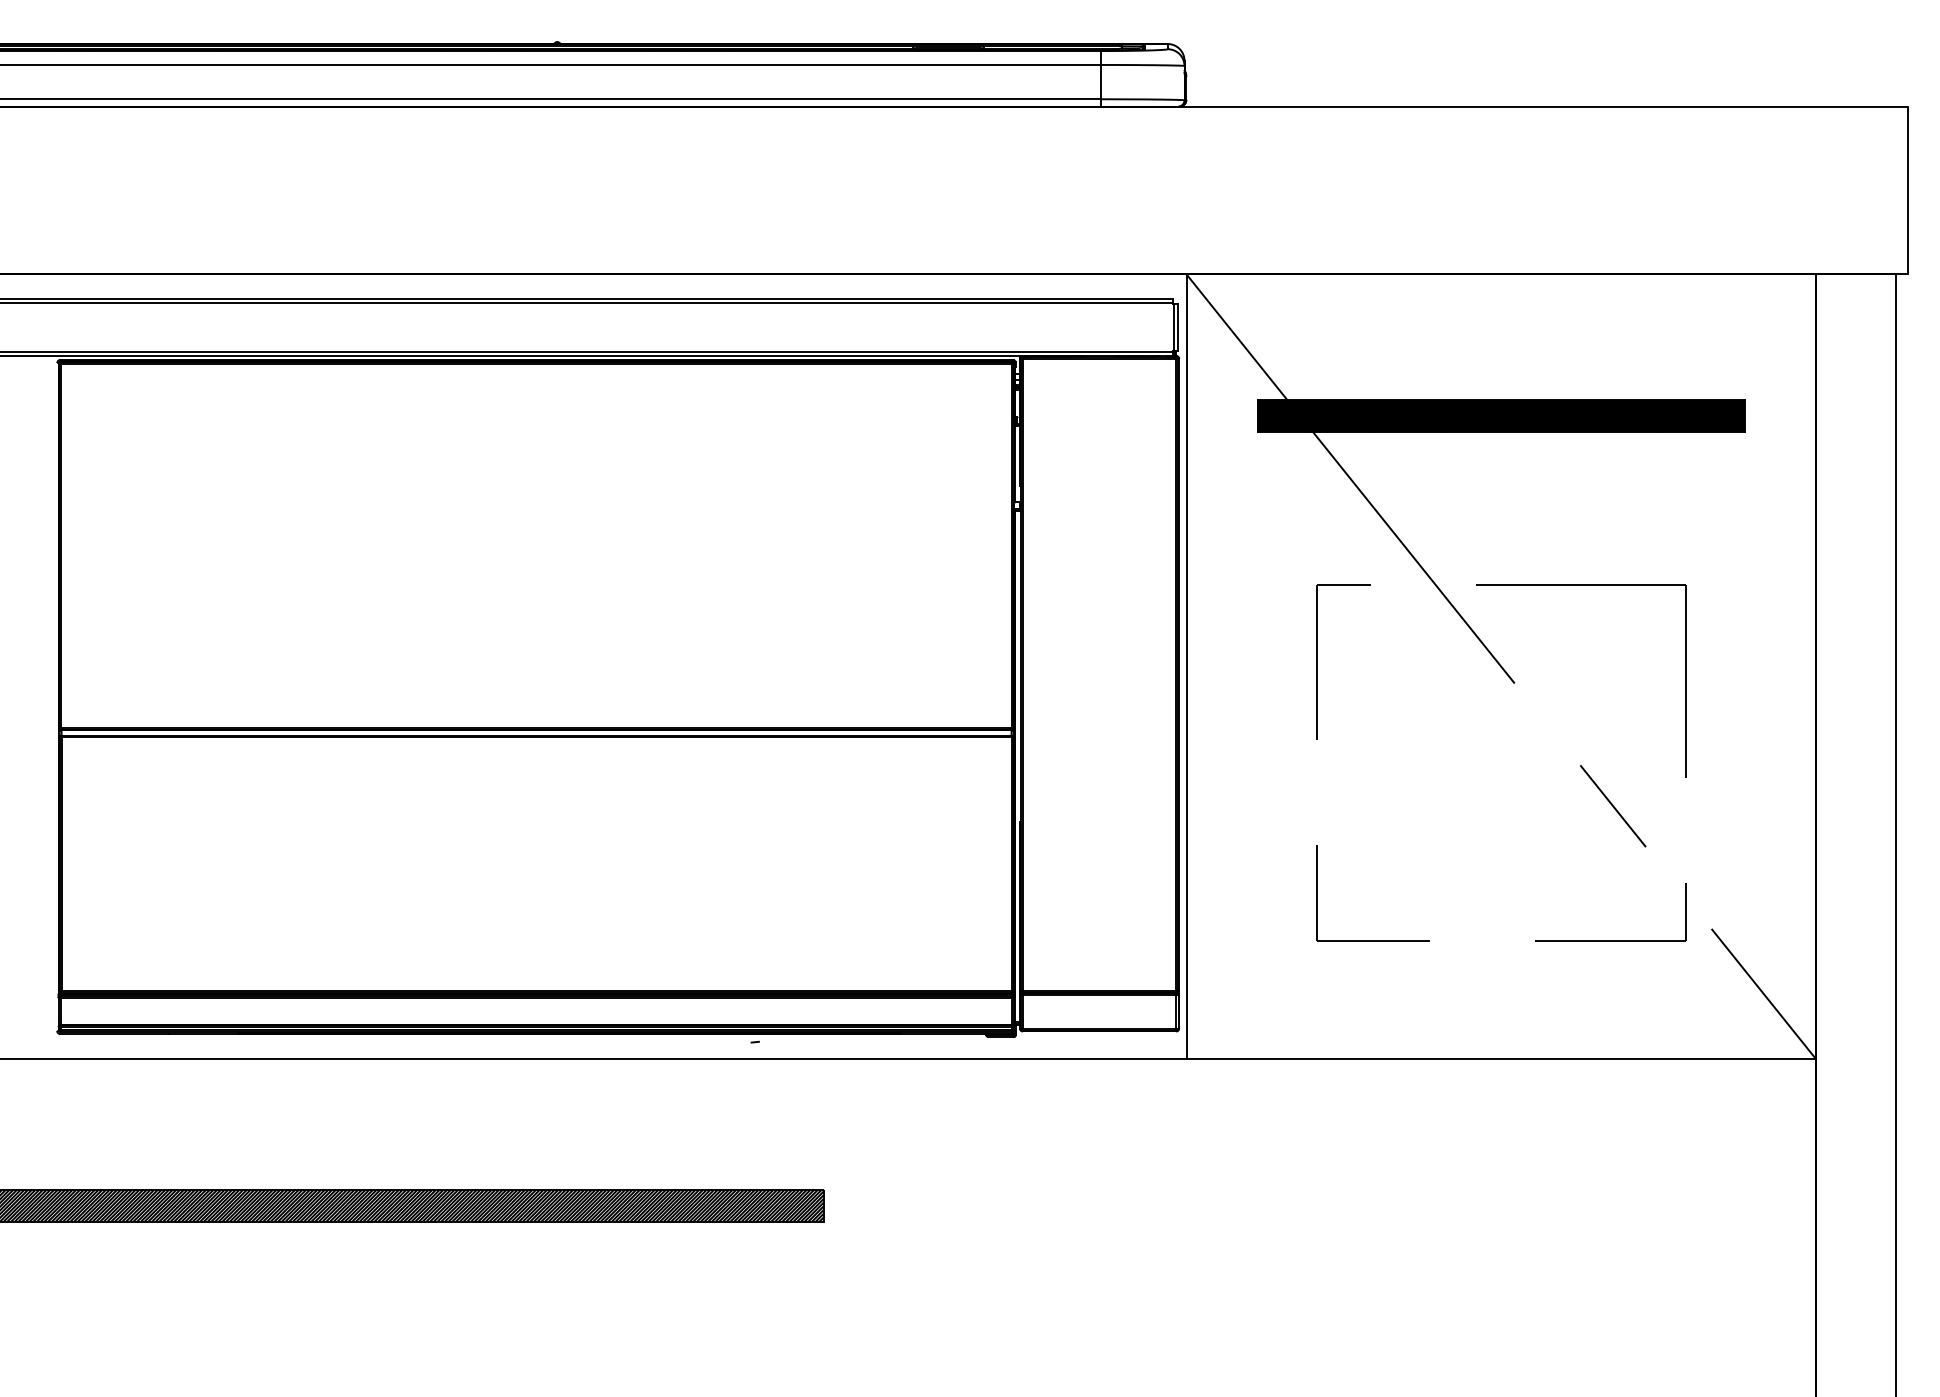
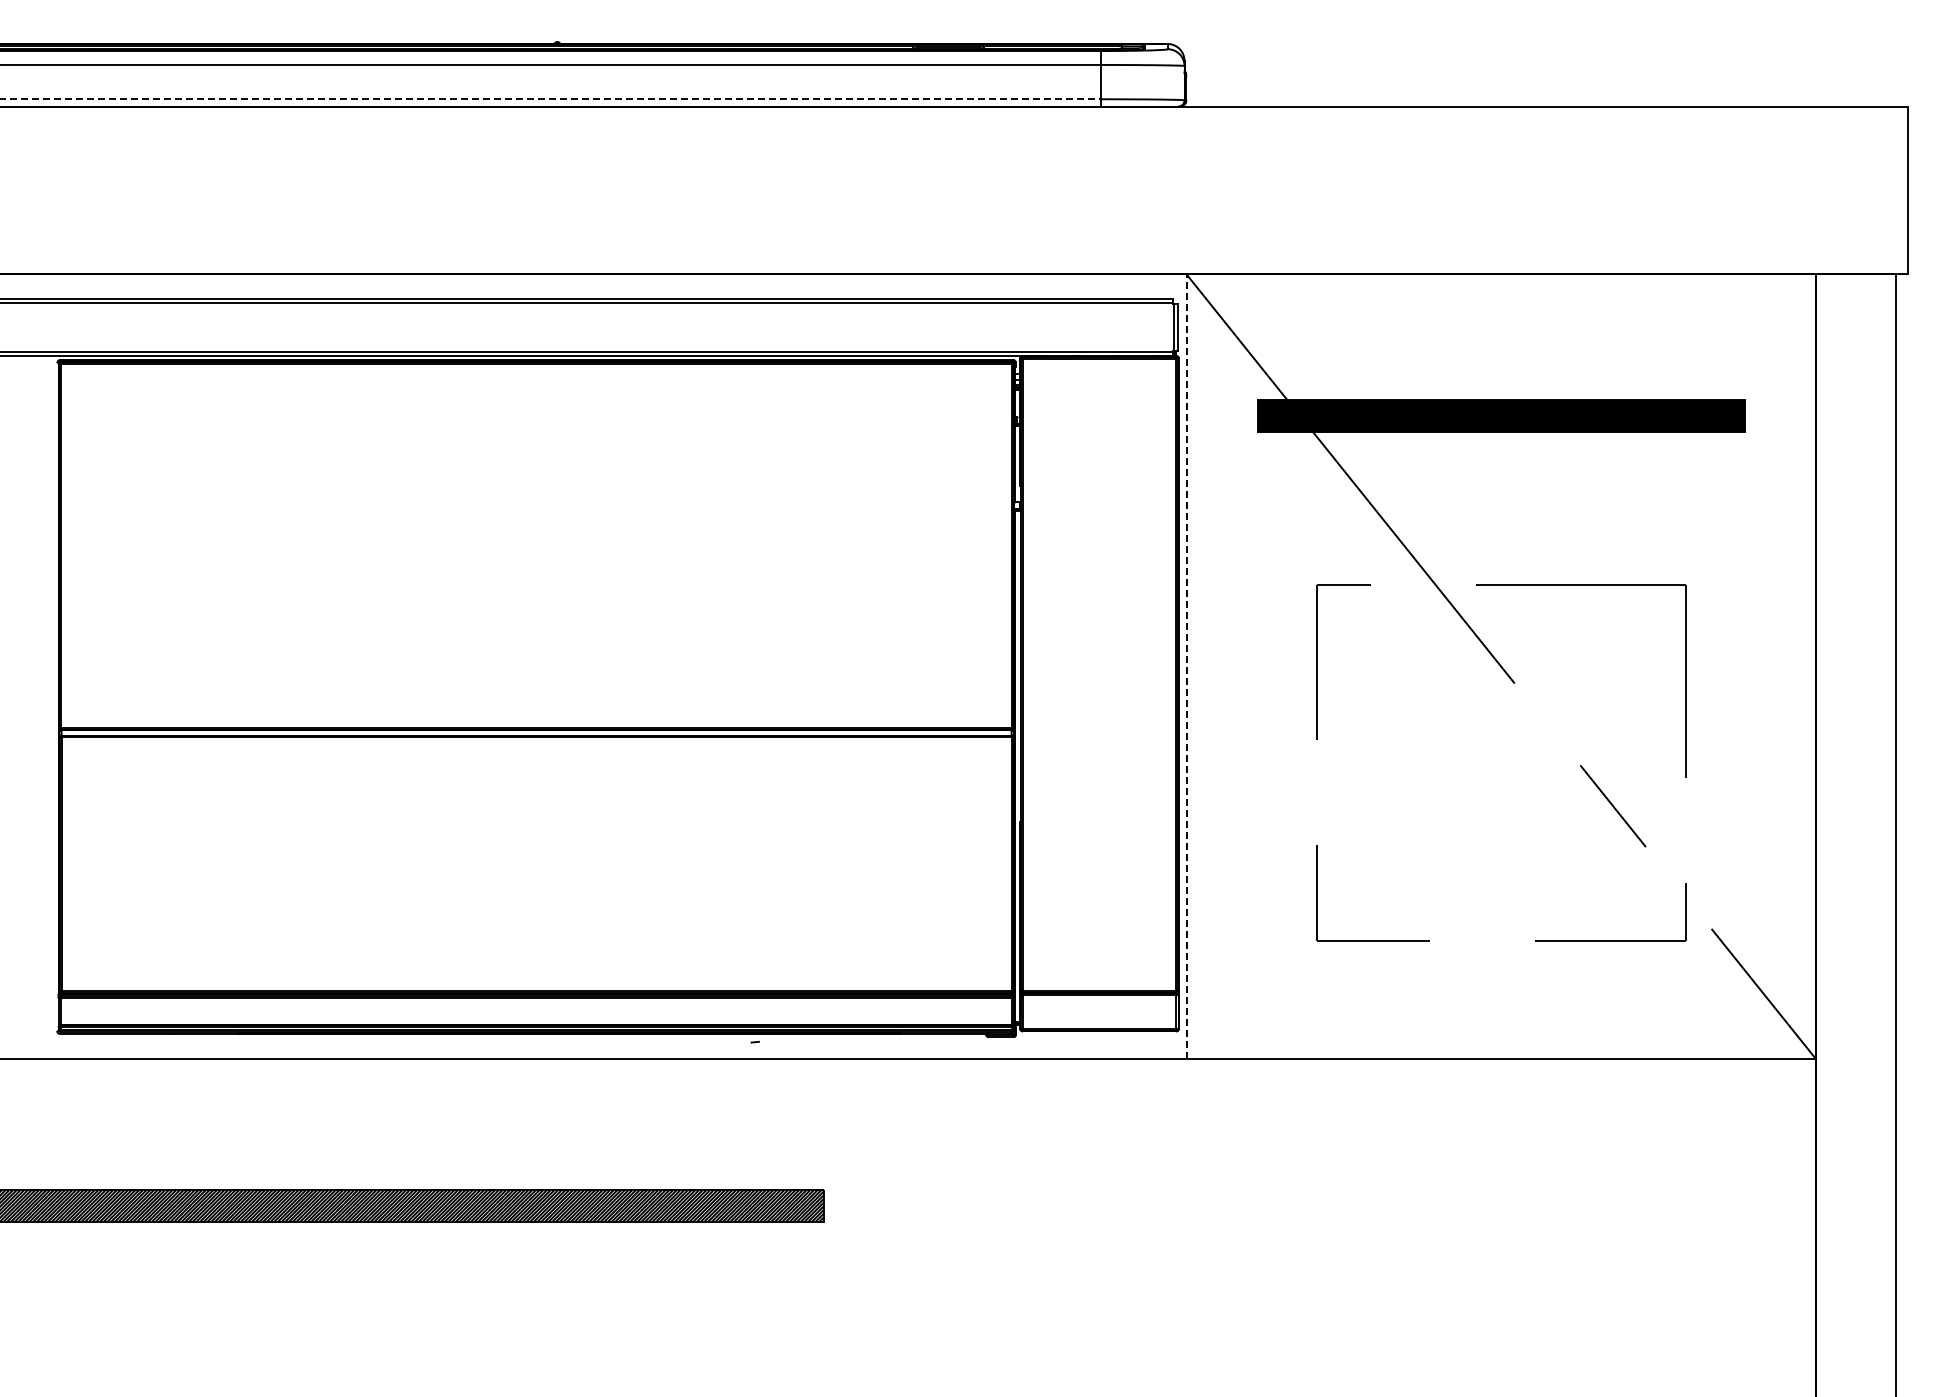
line at (550, 99): solid -> dashed
line at (1186, 666): solid -> dashed
